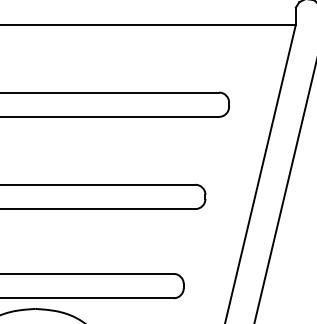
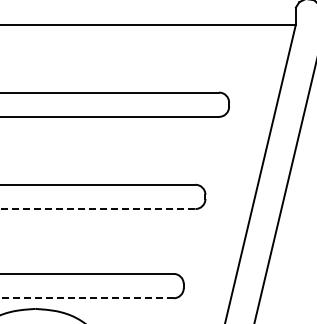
line at (97, 209): solid -> dashed
line at (87, 298): solid -> dashed
